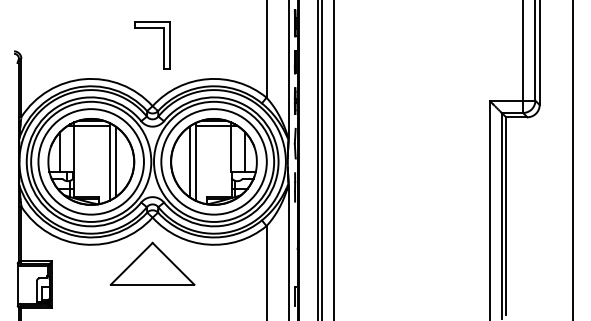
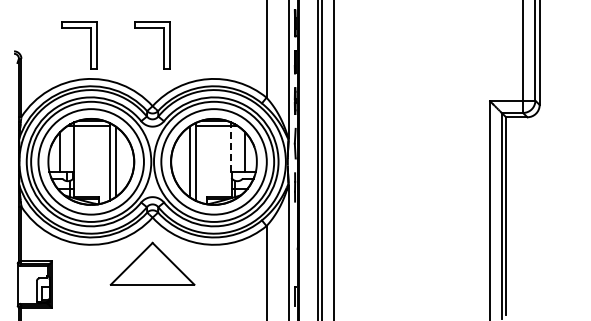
part at (90, 45): none -> present
line at (231, 148): solid -> dashed
line at (573, 159): present -> none
